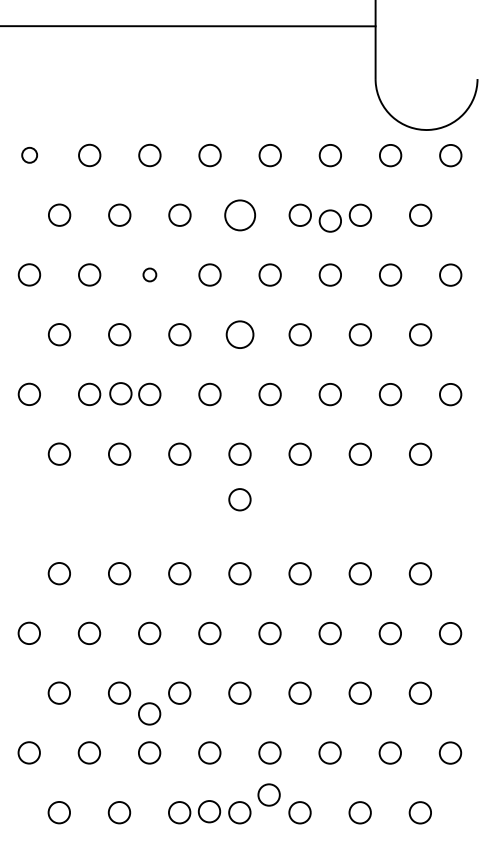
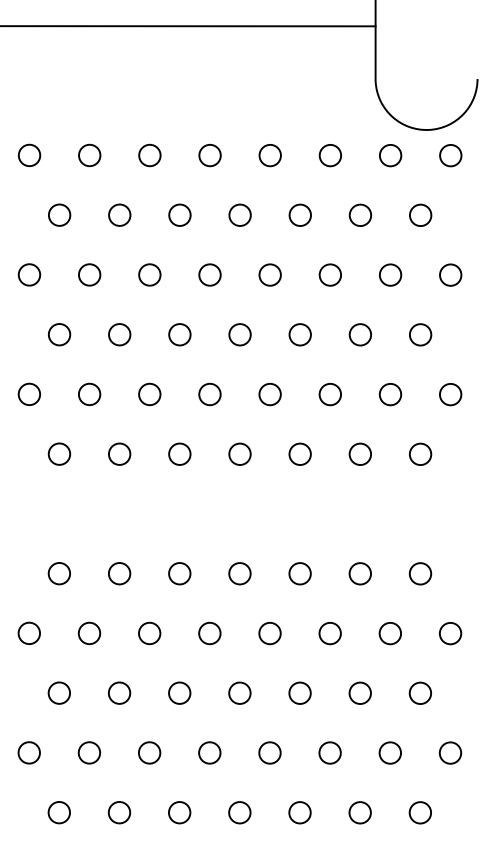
circle at (29, 155) size: 17x17 px -> 24x24 px
circle at (239, 215) size: 32x33 px -> 24x24 px
circle at (329, 220): present -> none
circle at (149, 274) size: 16x16 px -> 24x24 px
circle at (239, 334) size: 30x29 px -> 24x24 px
circle at (120, 393): present -> none
circle at (239, 499): present -> none
circle at (149, 713): present -> none
circle at (268, 794): present -> none
circle at (209, 811): present -> none
